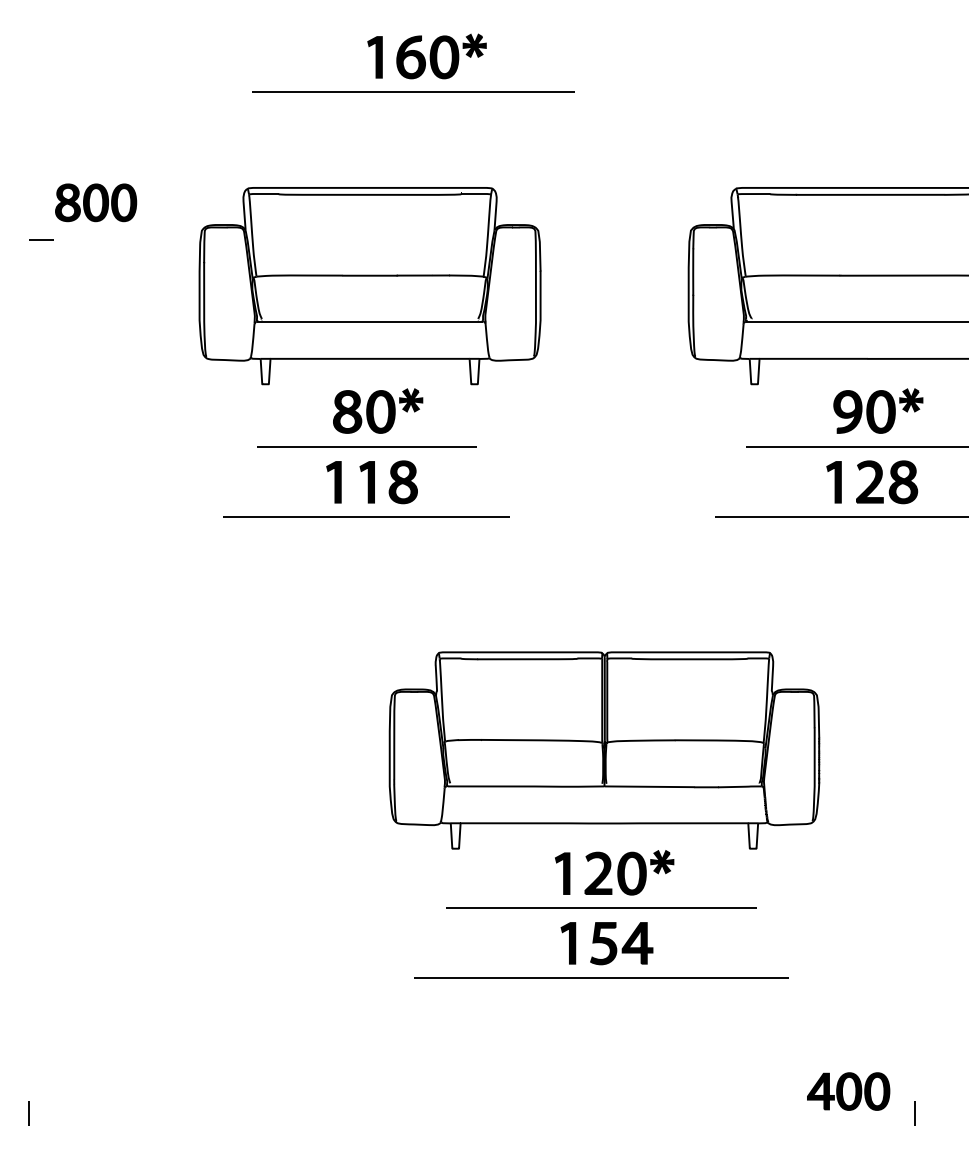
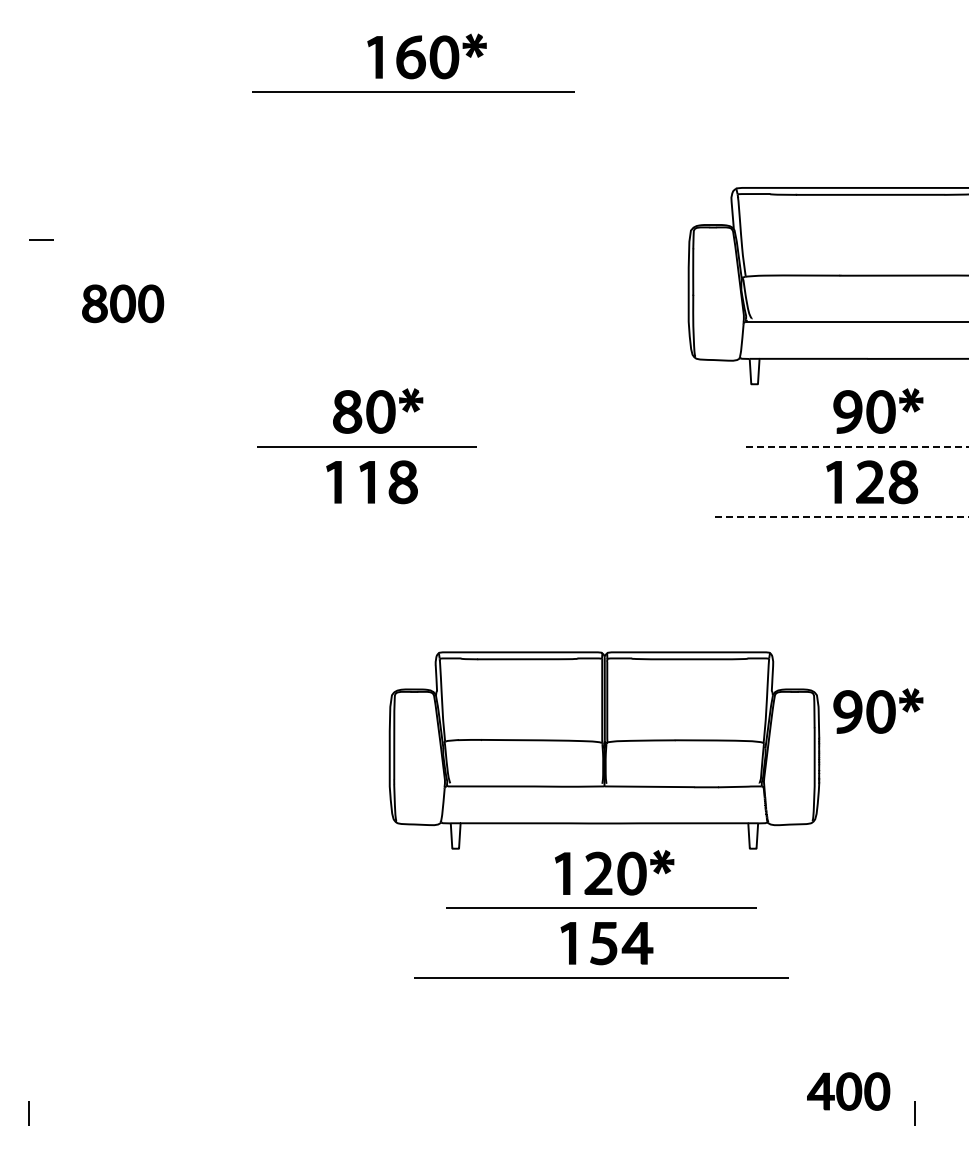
part at (96, 202) position: (96, 202) -> (123, 303)
part at (369, 286): present -> none
line at (857, 446): solid -> dashed
line at (366, 516): present -> none
line at (841, 517): solid -> dashed
part at (878, 710): none -> present
